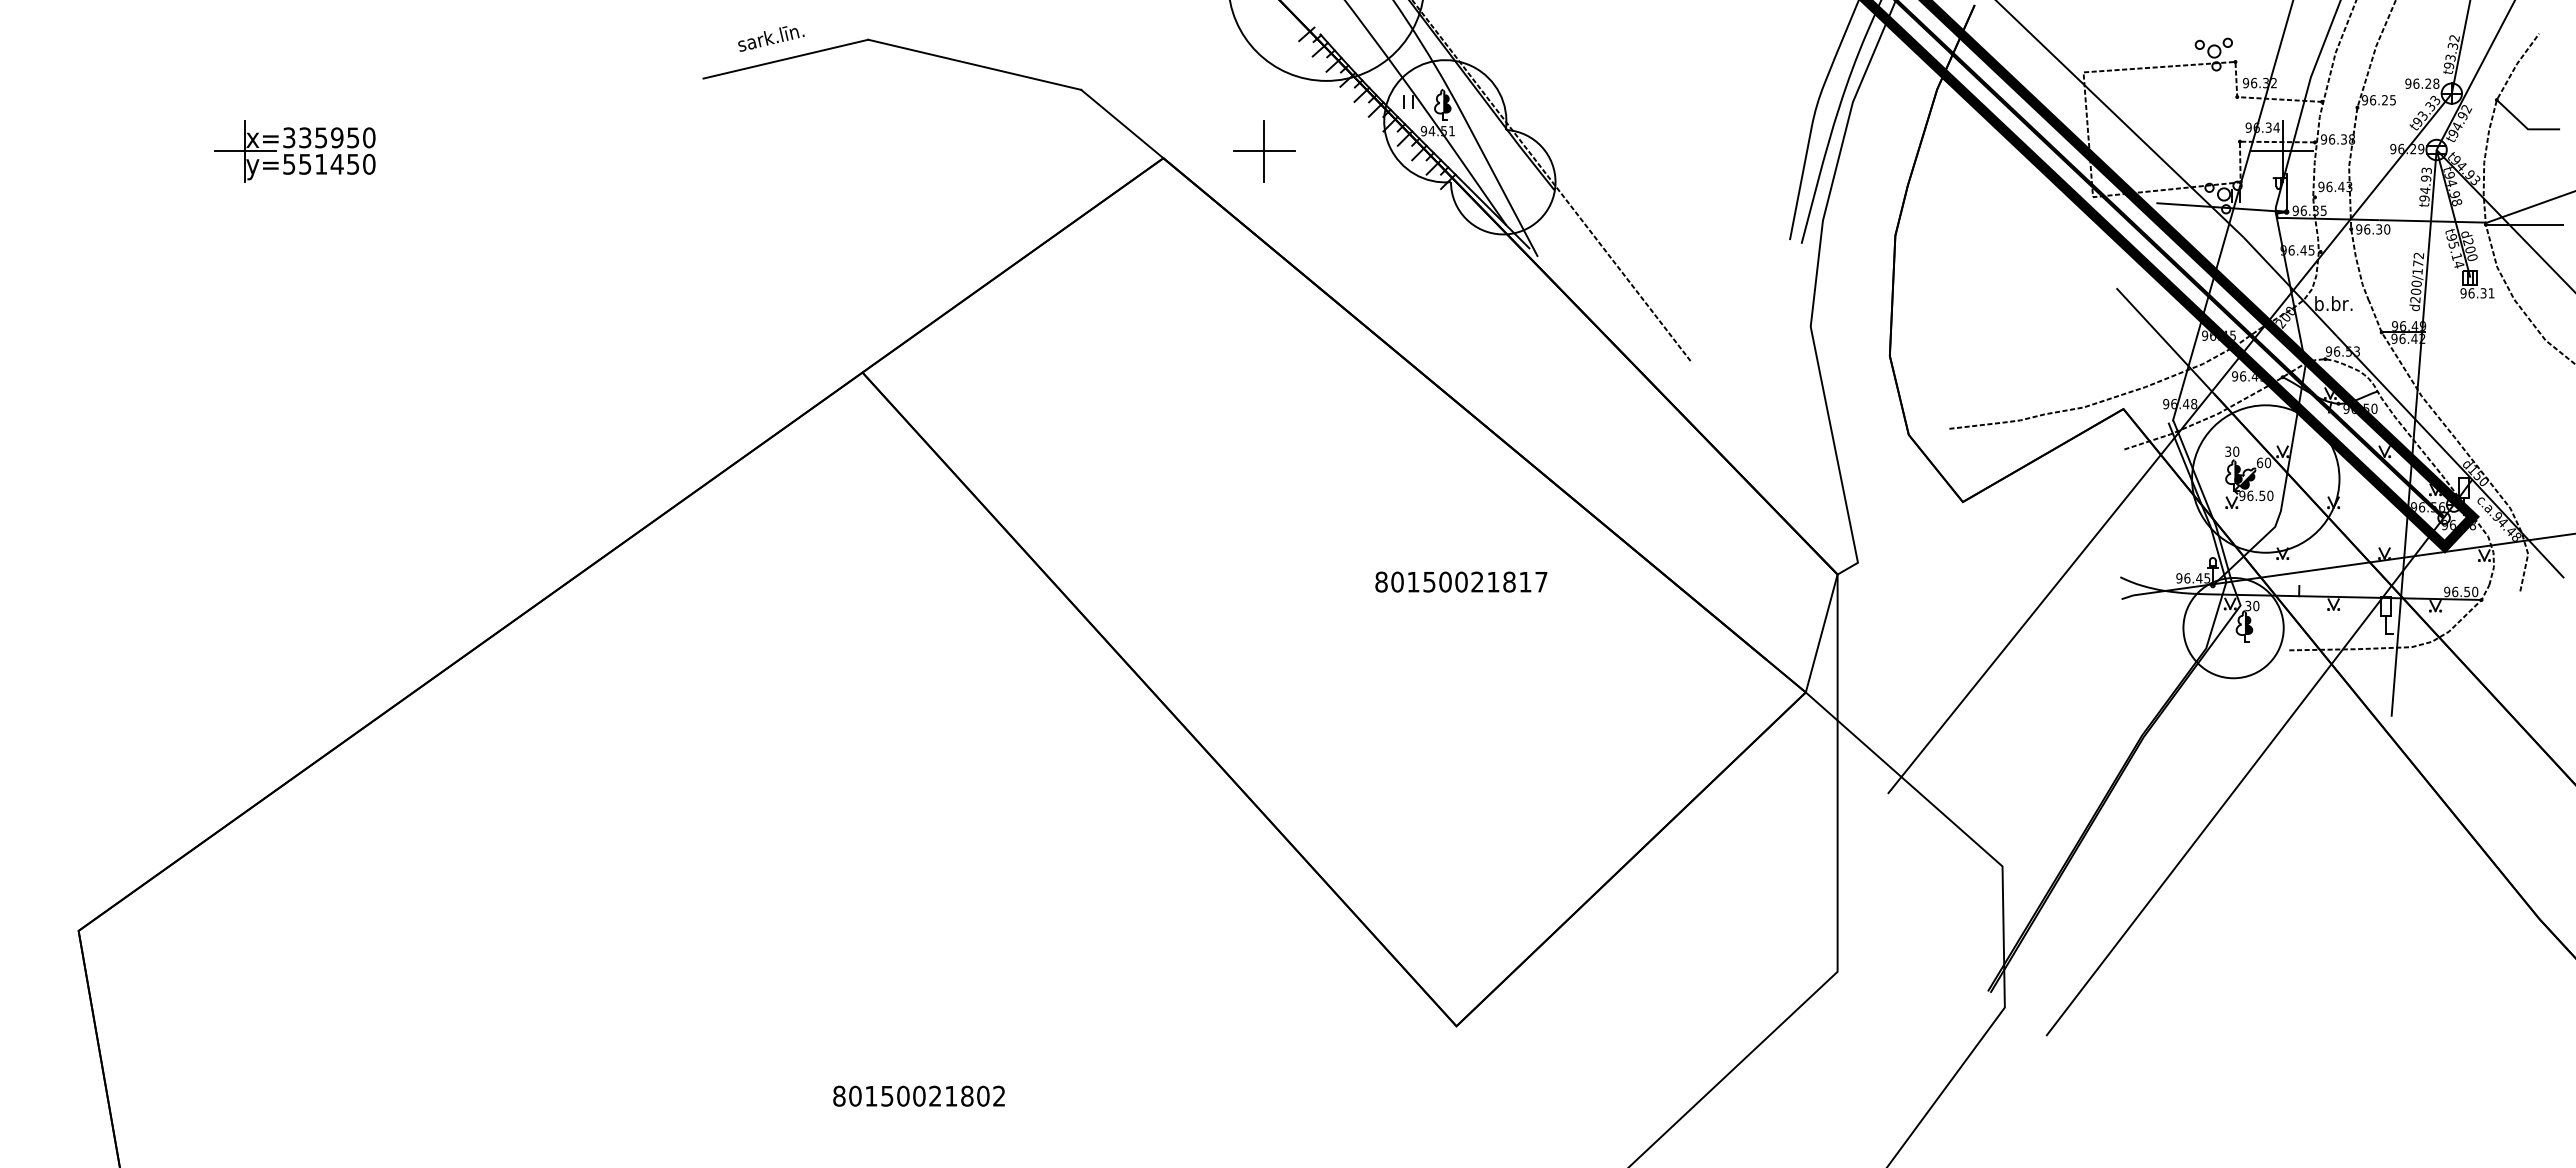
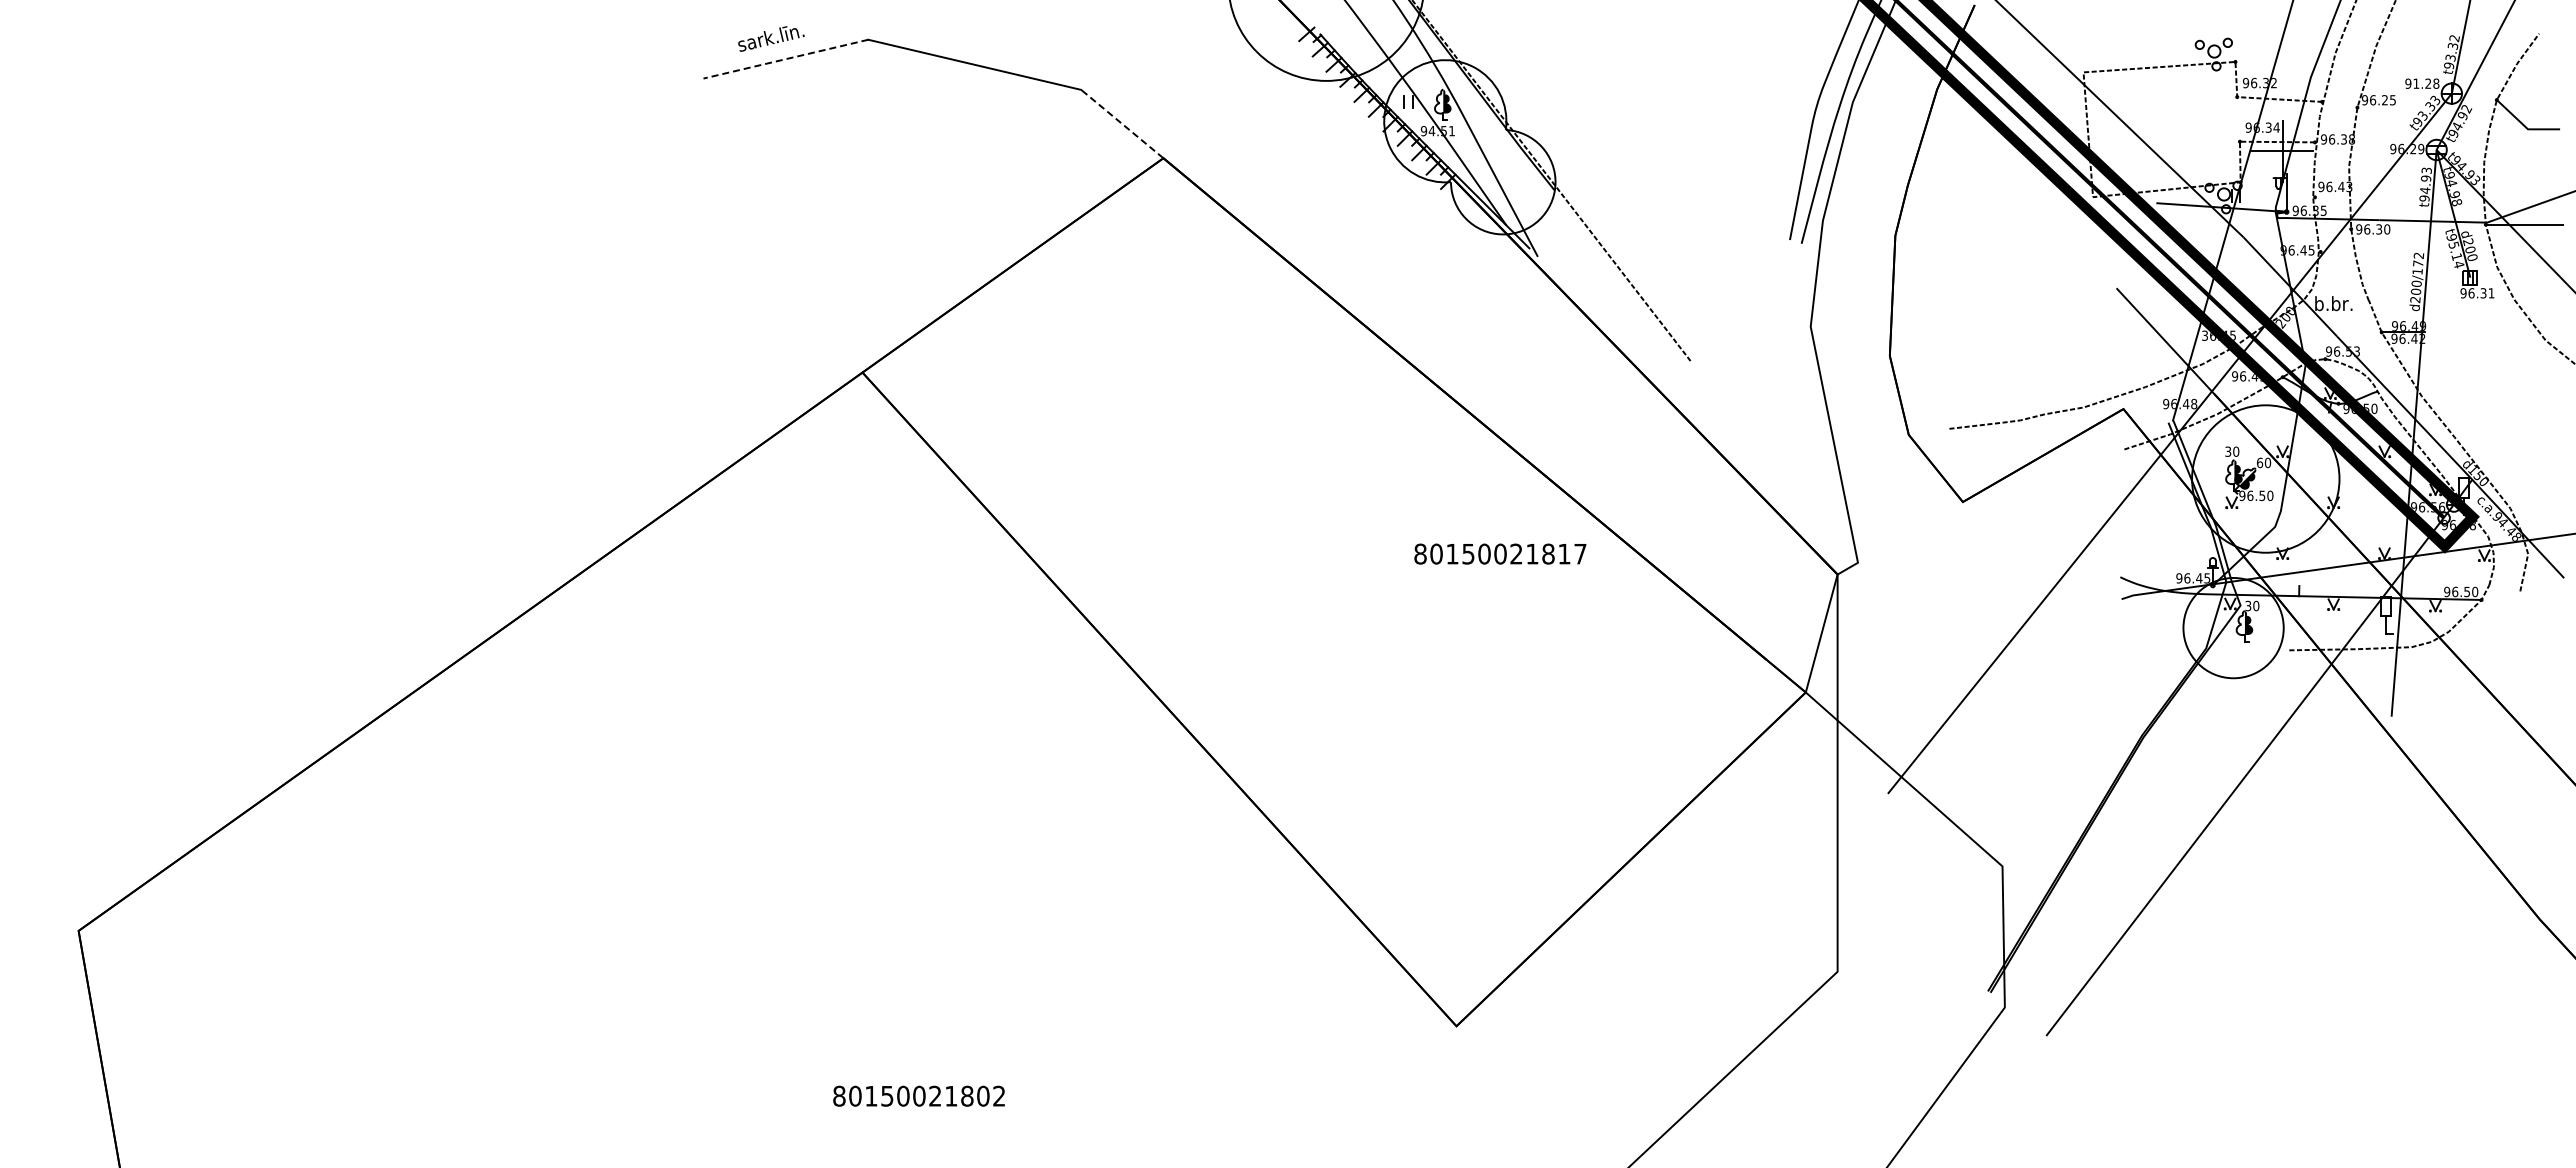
line at (785, 59): solid -> dashed
text at (2416, 83): 96.28 -> 91.28
line at (1121, 123): solid -> dashed
part at (294, 151): present -> none
part at (1264, 151): present -> none
text at (2205, 335): 96.45 -> 36.45
text at (1461, 581) position: (1461, 581) -> (1500, 553)
